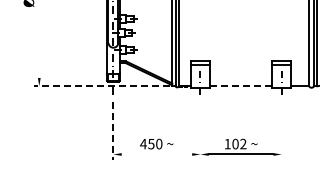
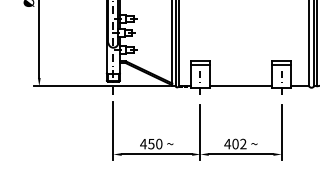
line at (39, 40): none -> present
line at (101, 86): dashed -> solid
line at (241, 86): dashed -> solid
line at (113, 130): dashed -> solid
line at (200, 131): none -> present
line at (281, 131): none -> present
text at (227, 144): 102 -> 402
line at (156, 154): none -> present
